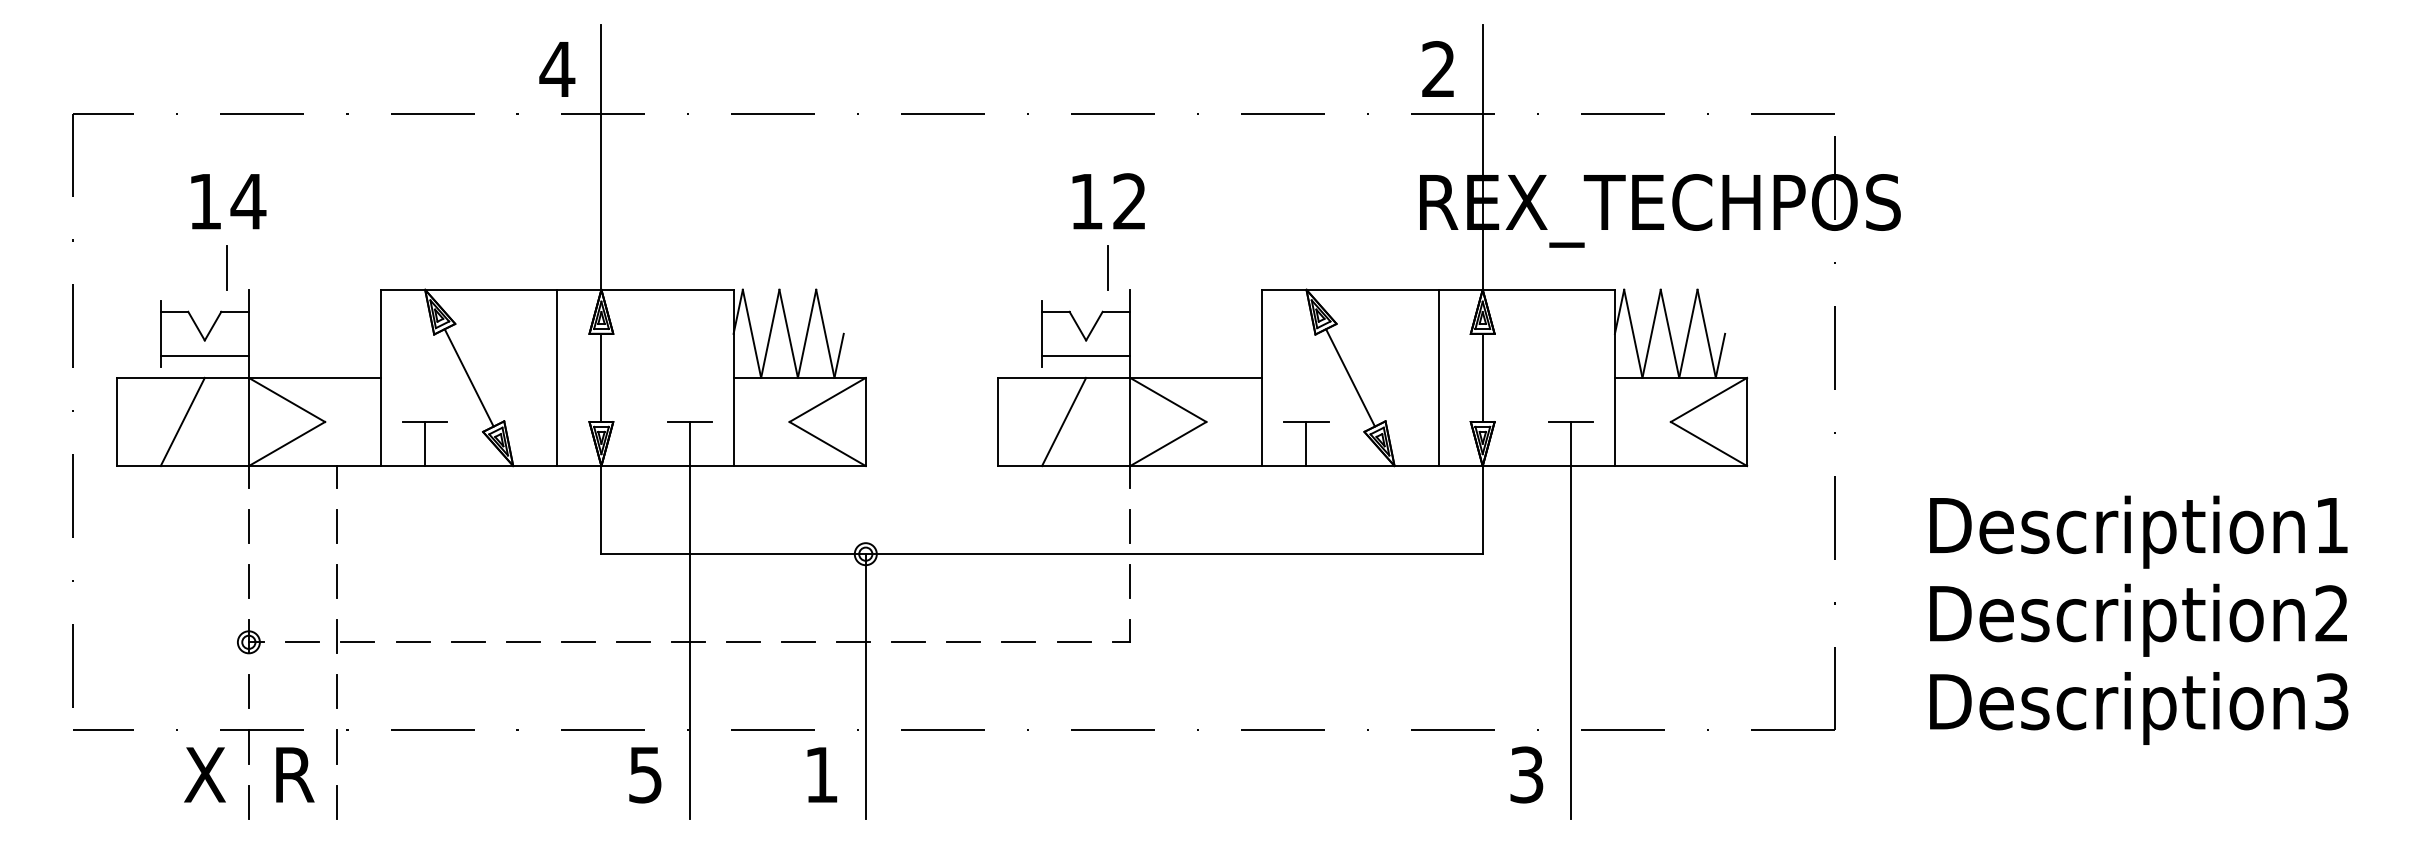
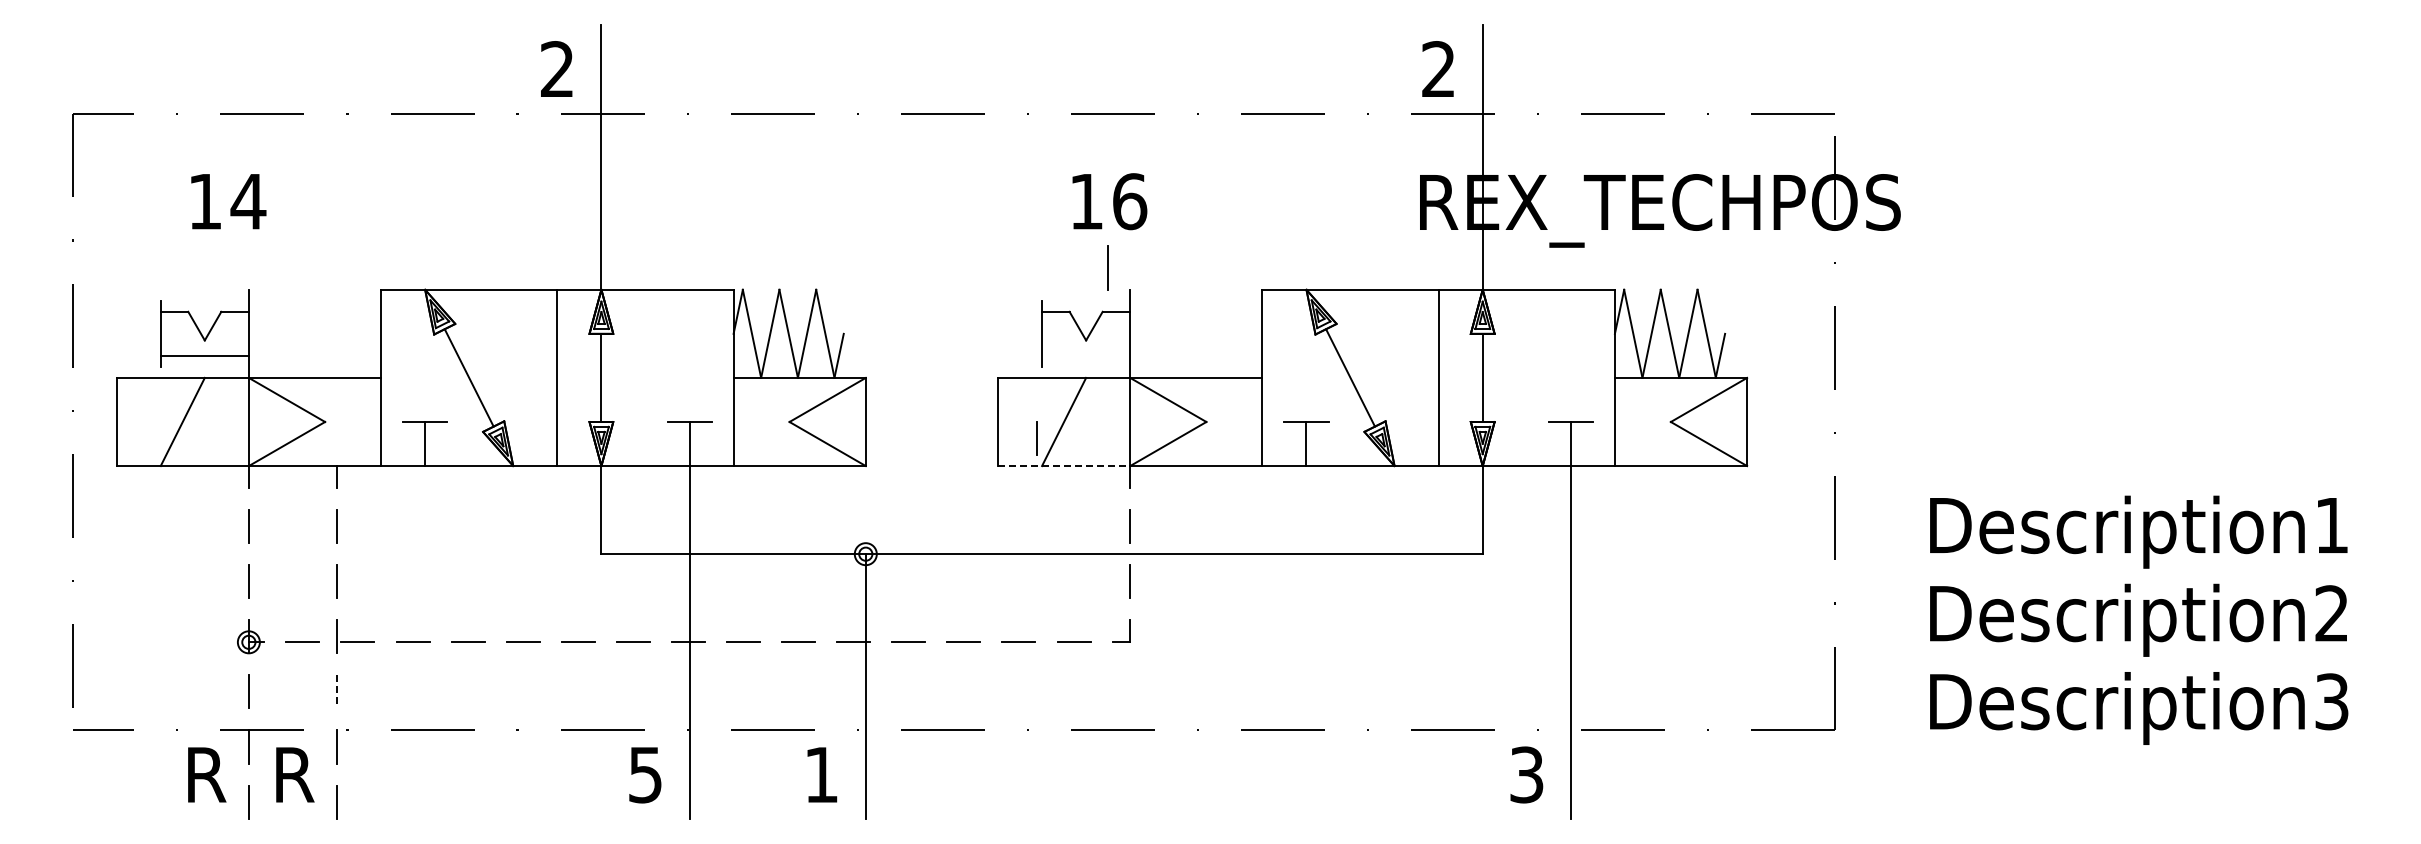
text at (557, 68): 4 -> 2
text at (1130, 201): 12 -> 16
line at (226, 267): present -> none
line at (1086, 355): present -> none
line at (1036, 438): none -> present
line at (1064, 466): solid -> dashed
line at (337, 691): solid -> dashed
text at (205, 774): X -> R
